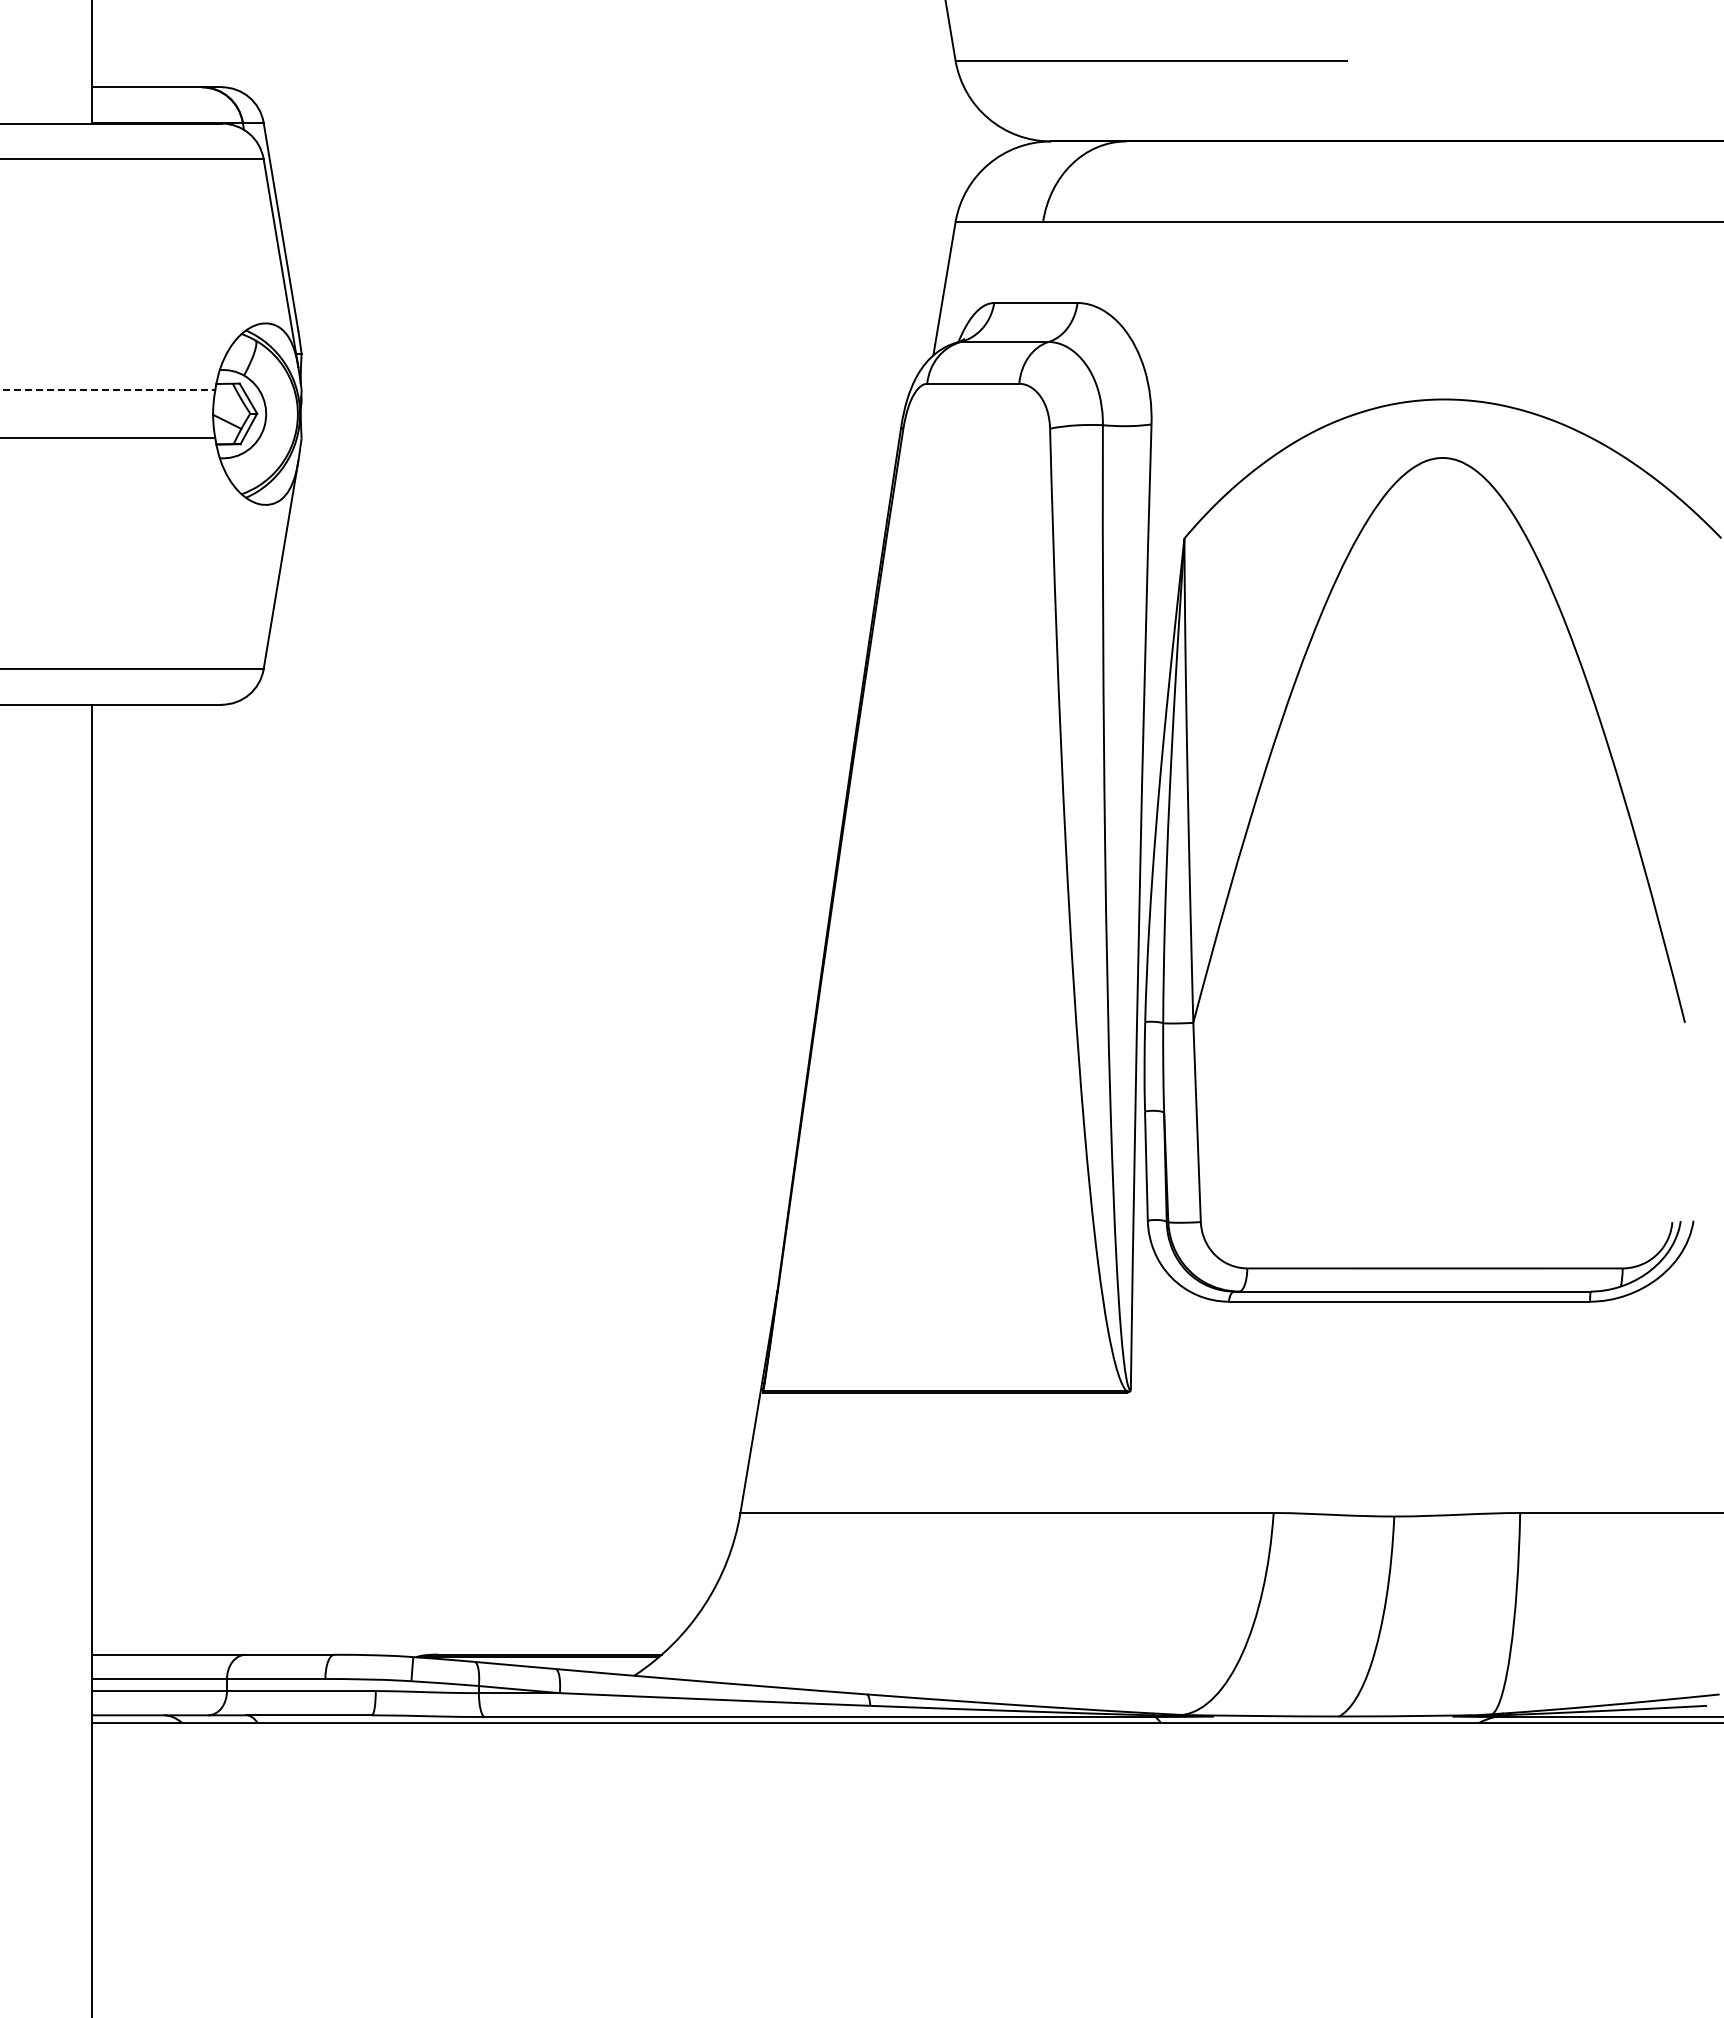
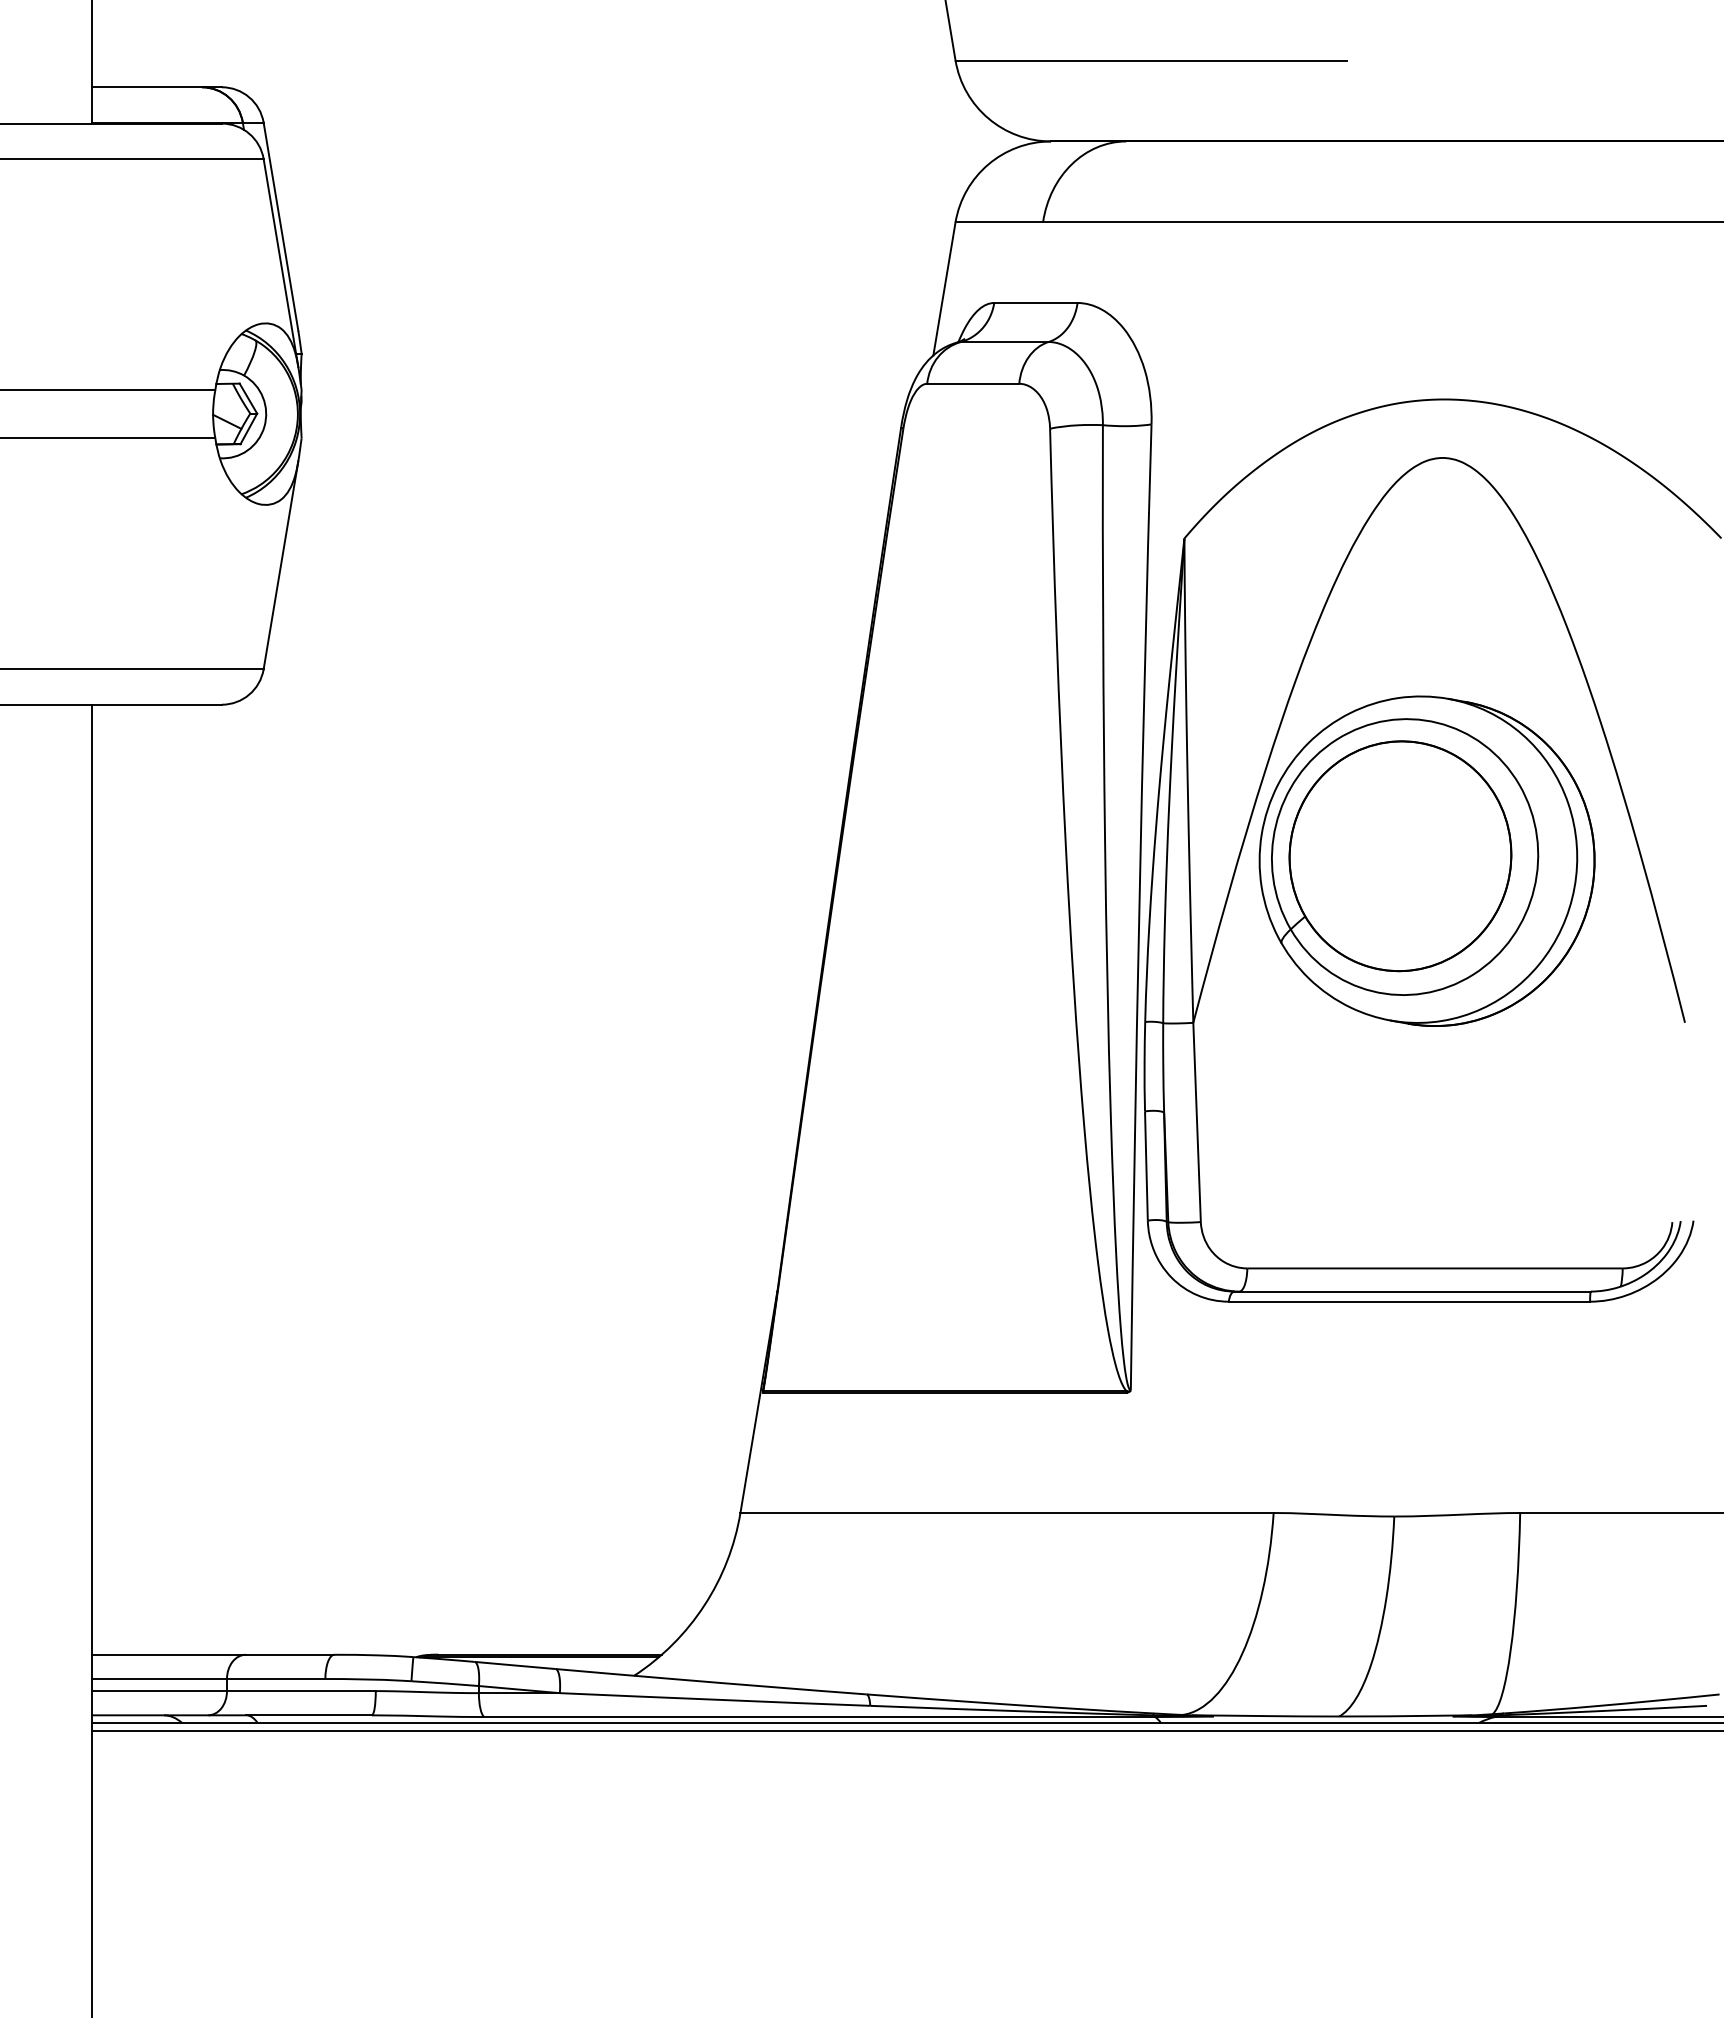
line at (108, 389): dashed -> solid
part at (1426, 860): none -> present
line at (905, 1730): none -> present
